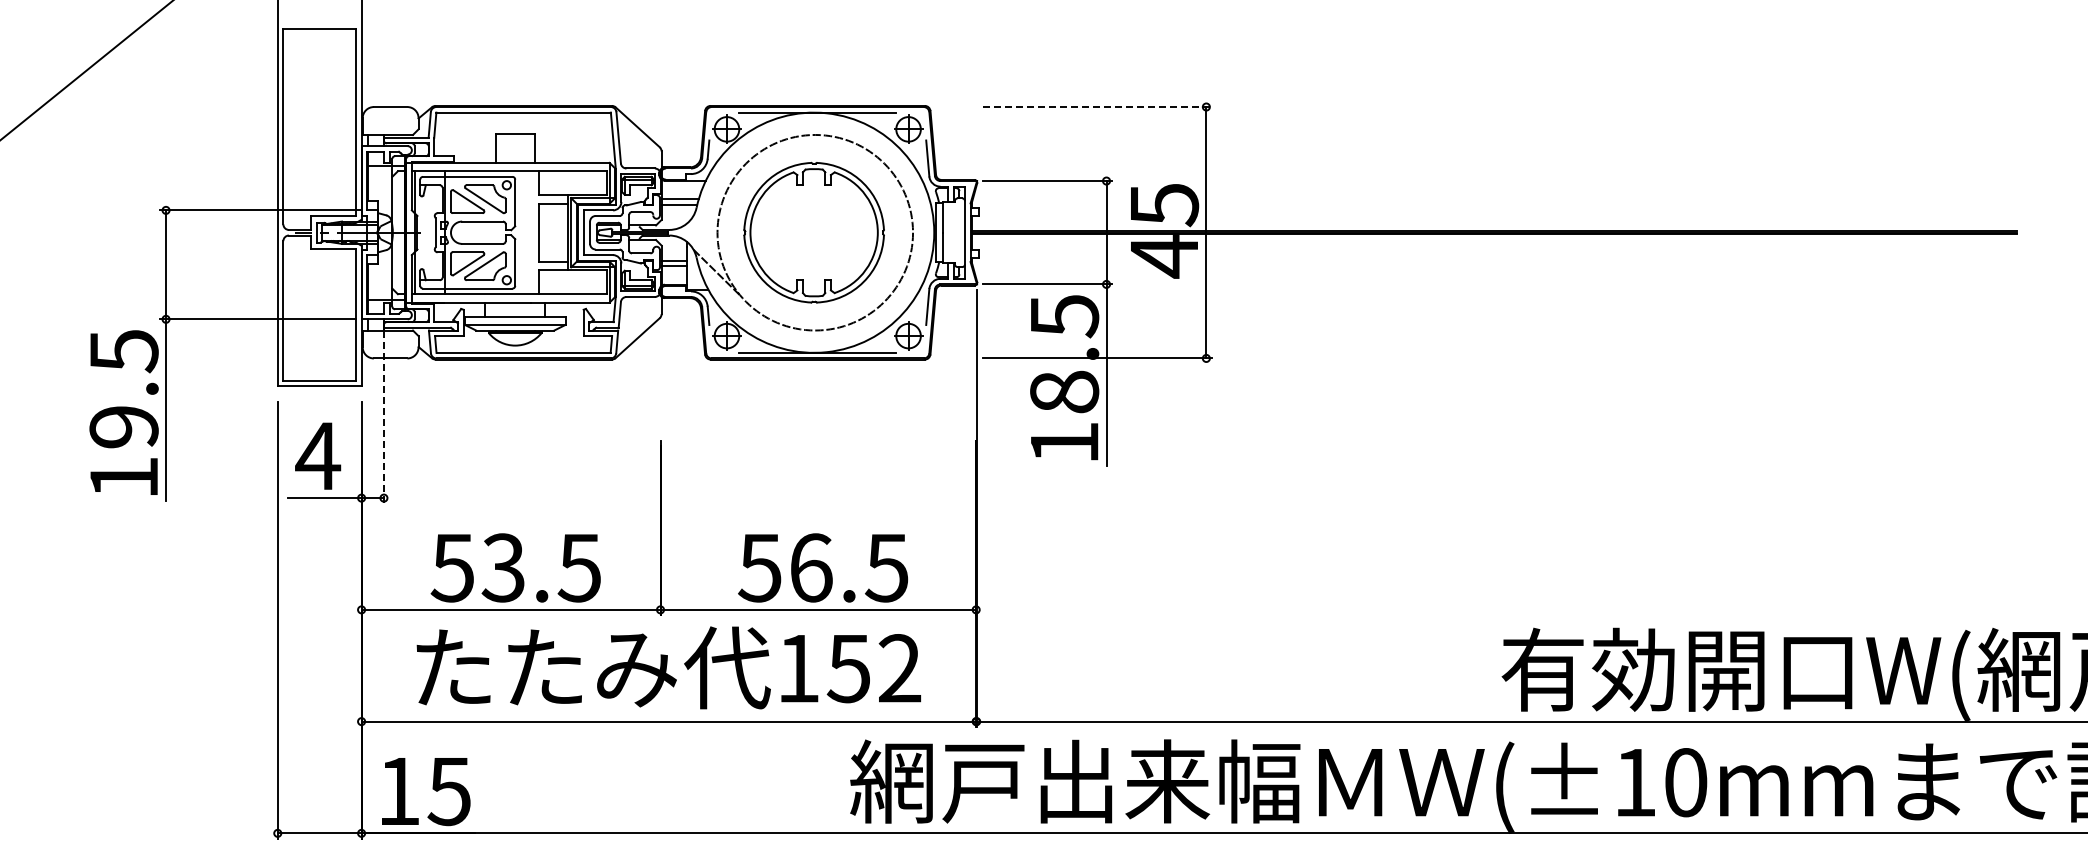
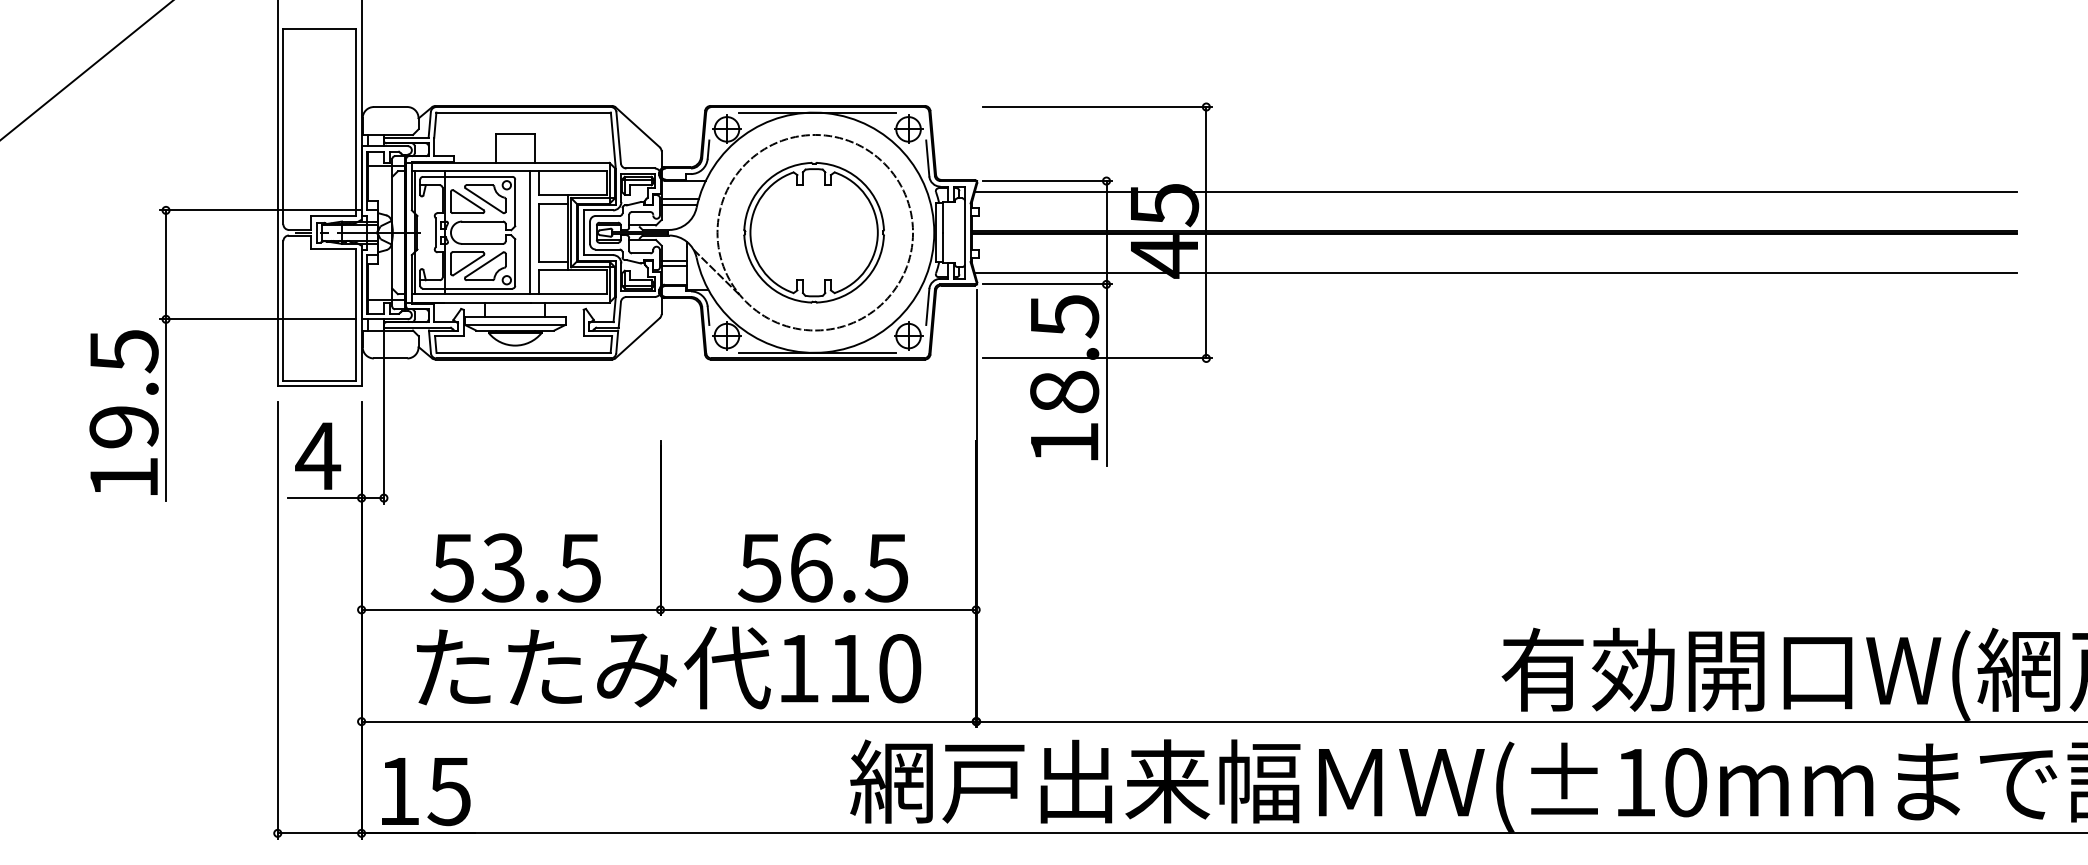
line at (1097, 107): dashed -> solid
line at (1495, 192): none -> present
line at (530, 232): none -> present
line at (1496, 273): none -> present
line at (383, 417): dashed -> solid
text at (873, 668): 152 -> 110
